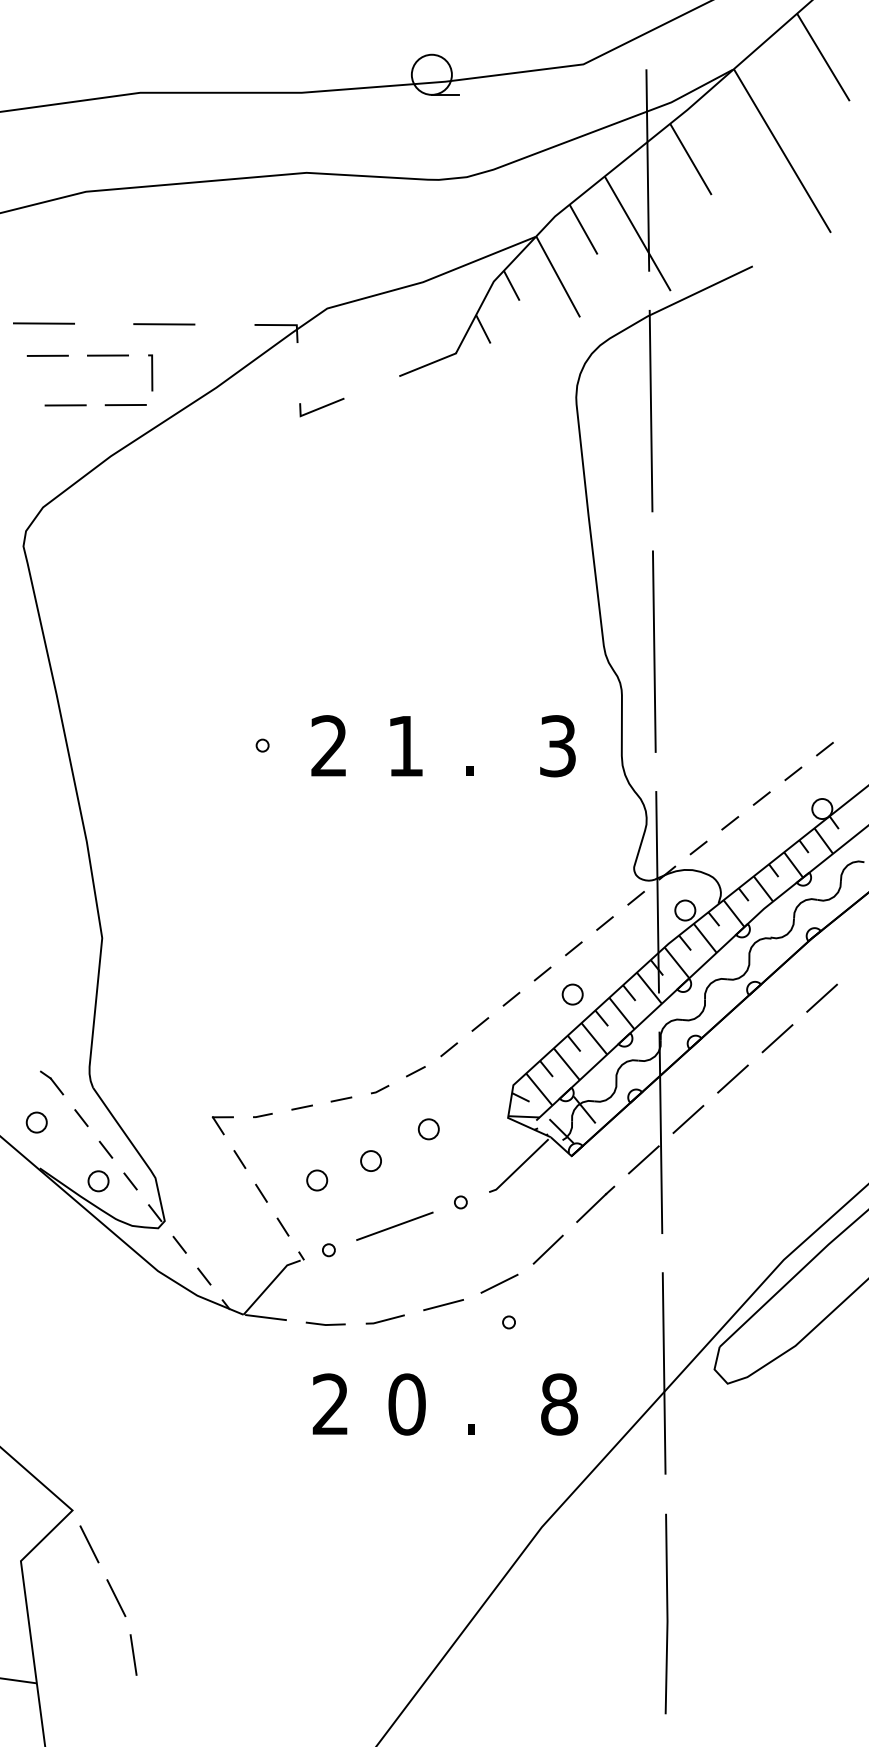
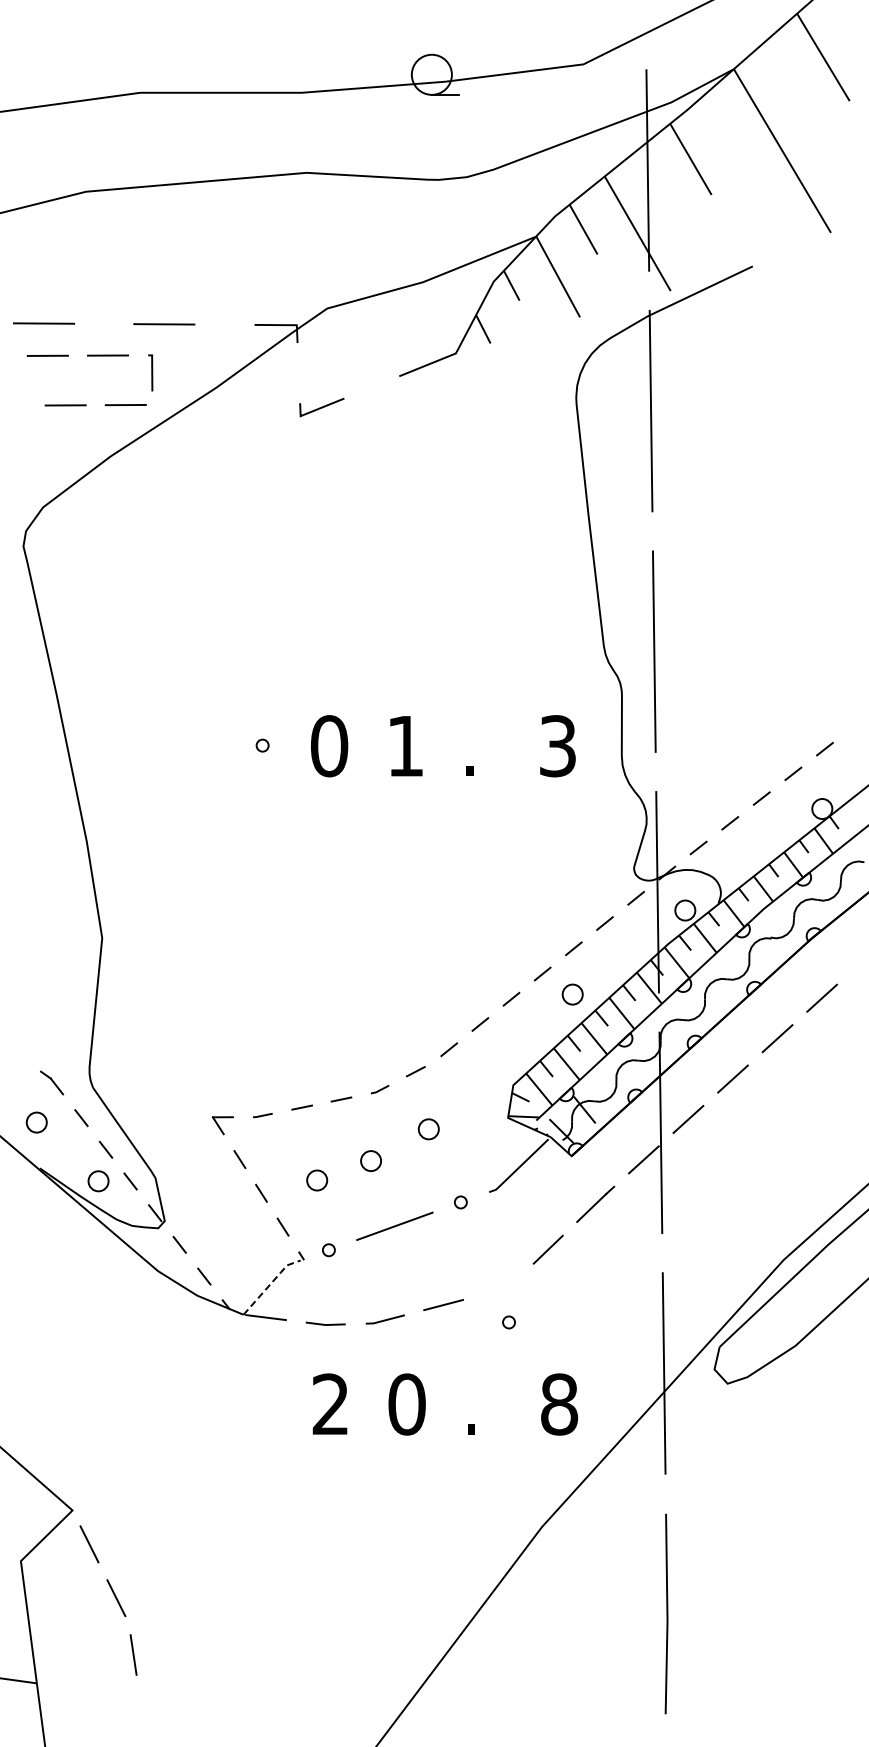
text at (329, 746): 2 -> 0
line at (499, 1283): present -> none
line at (270, 1284): solid -> dashed
